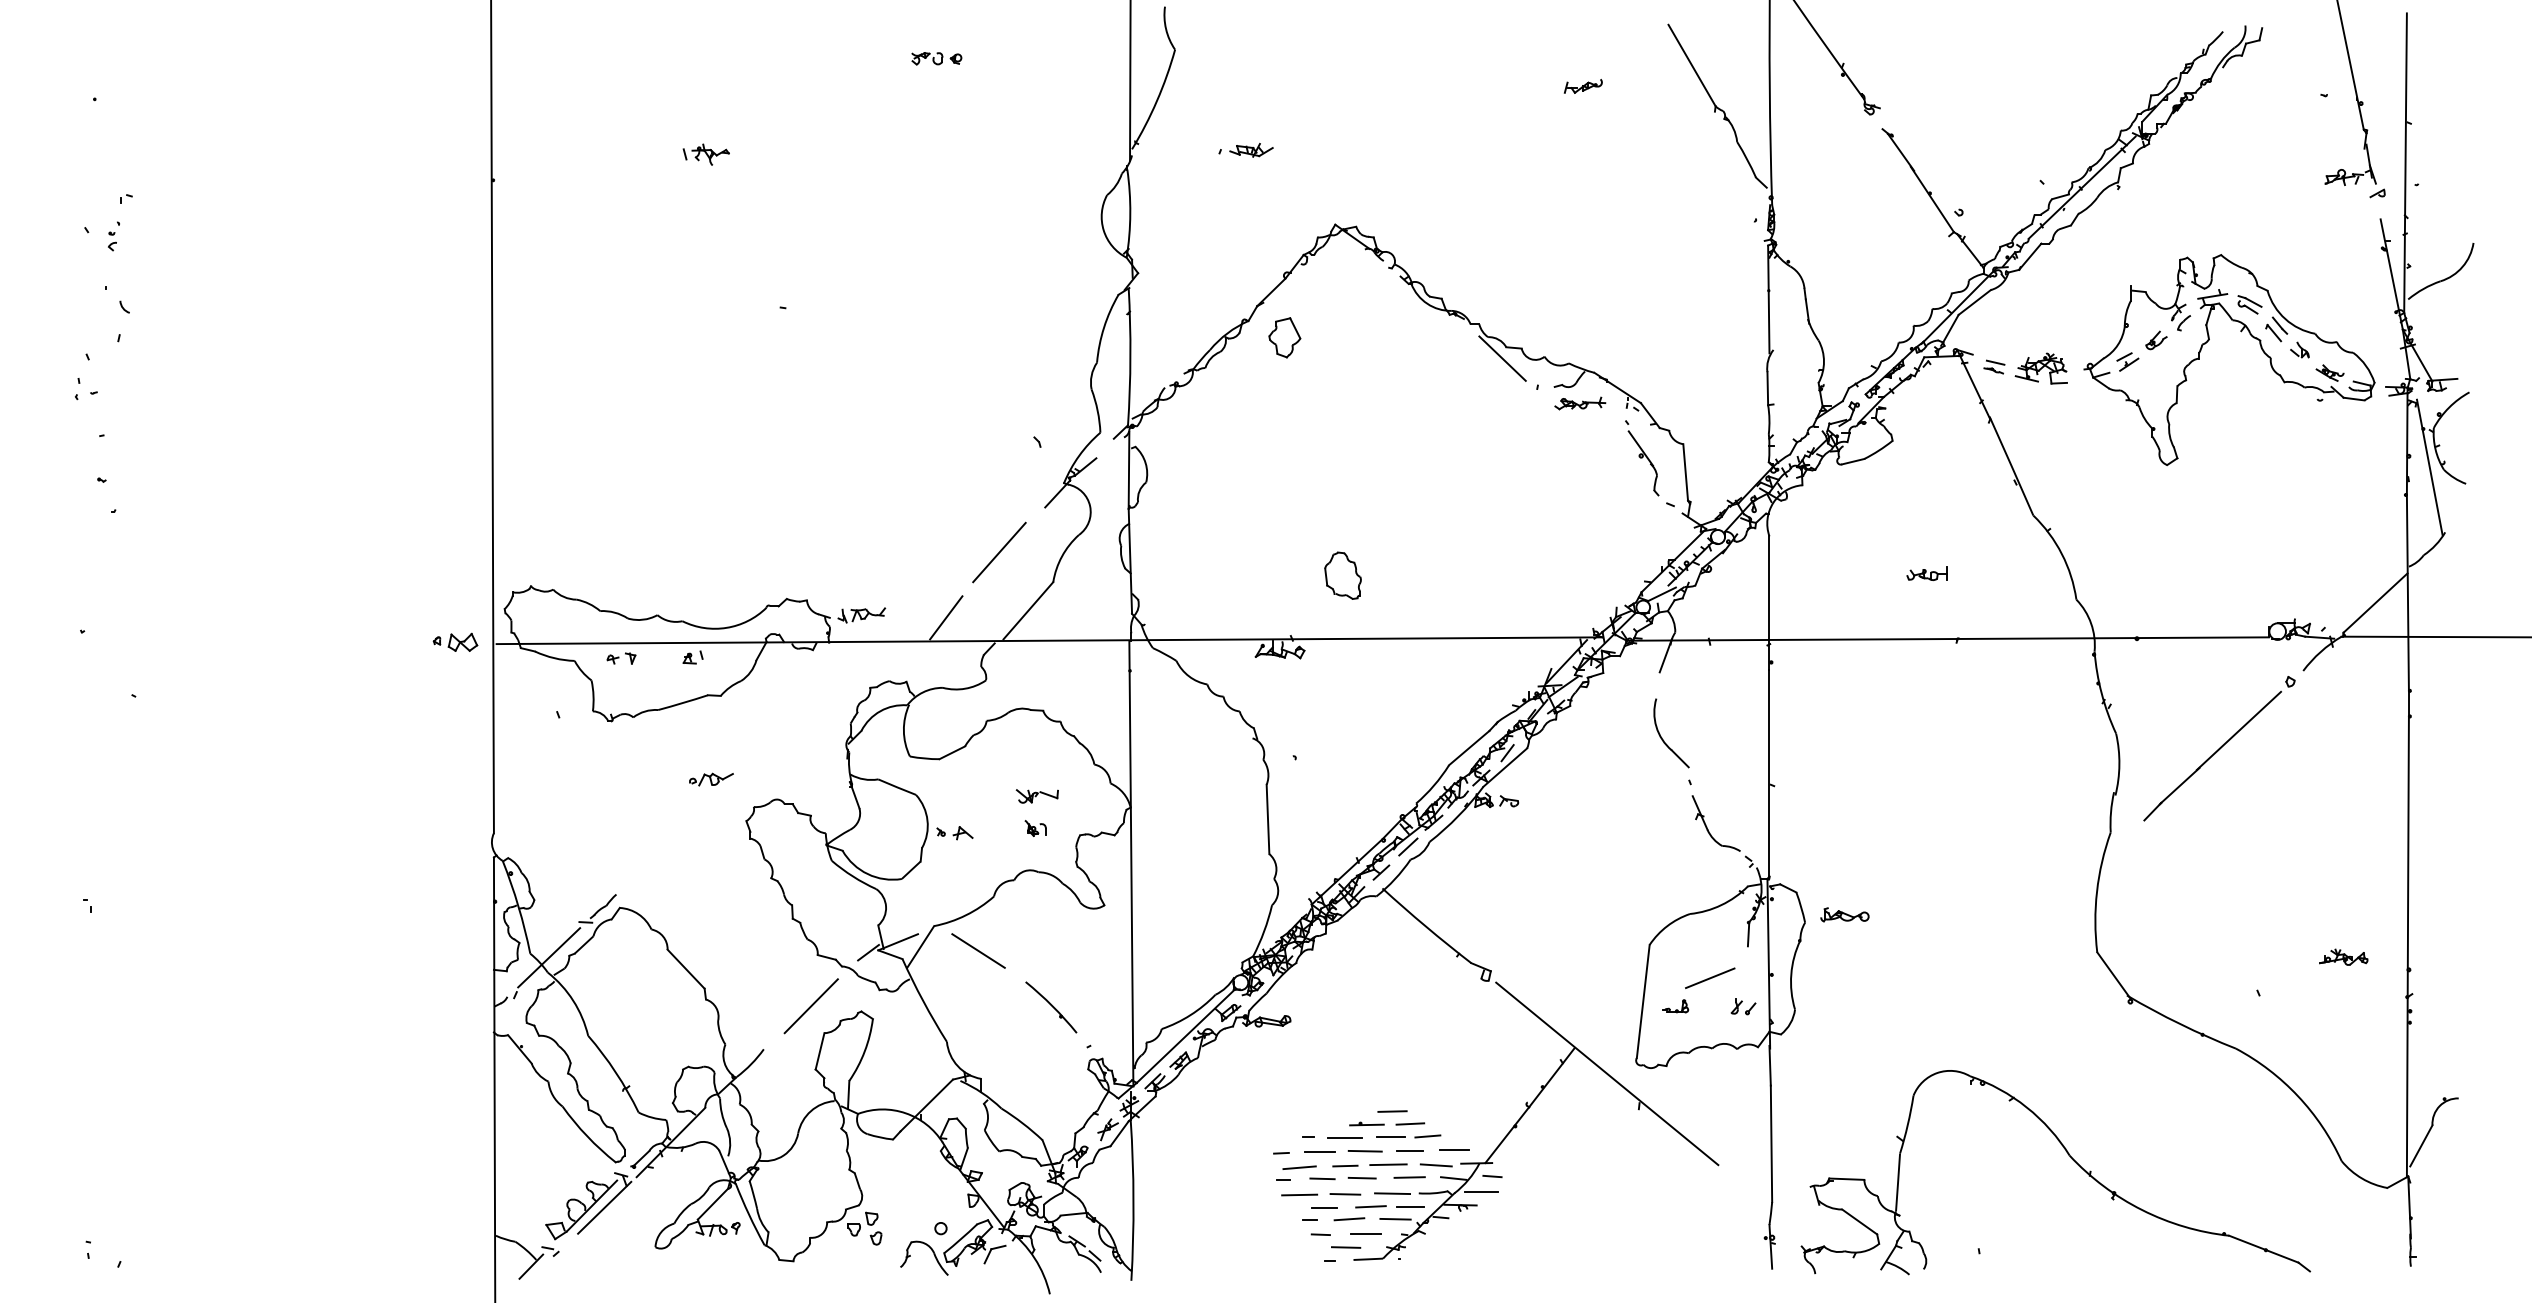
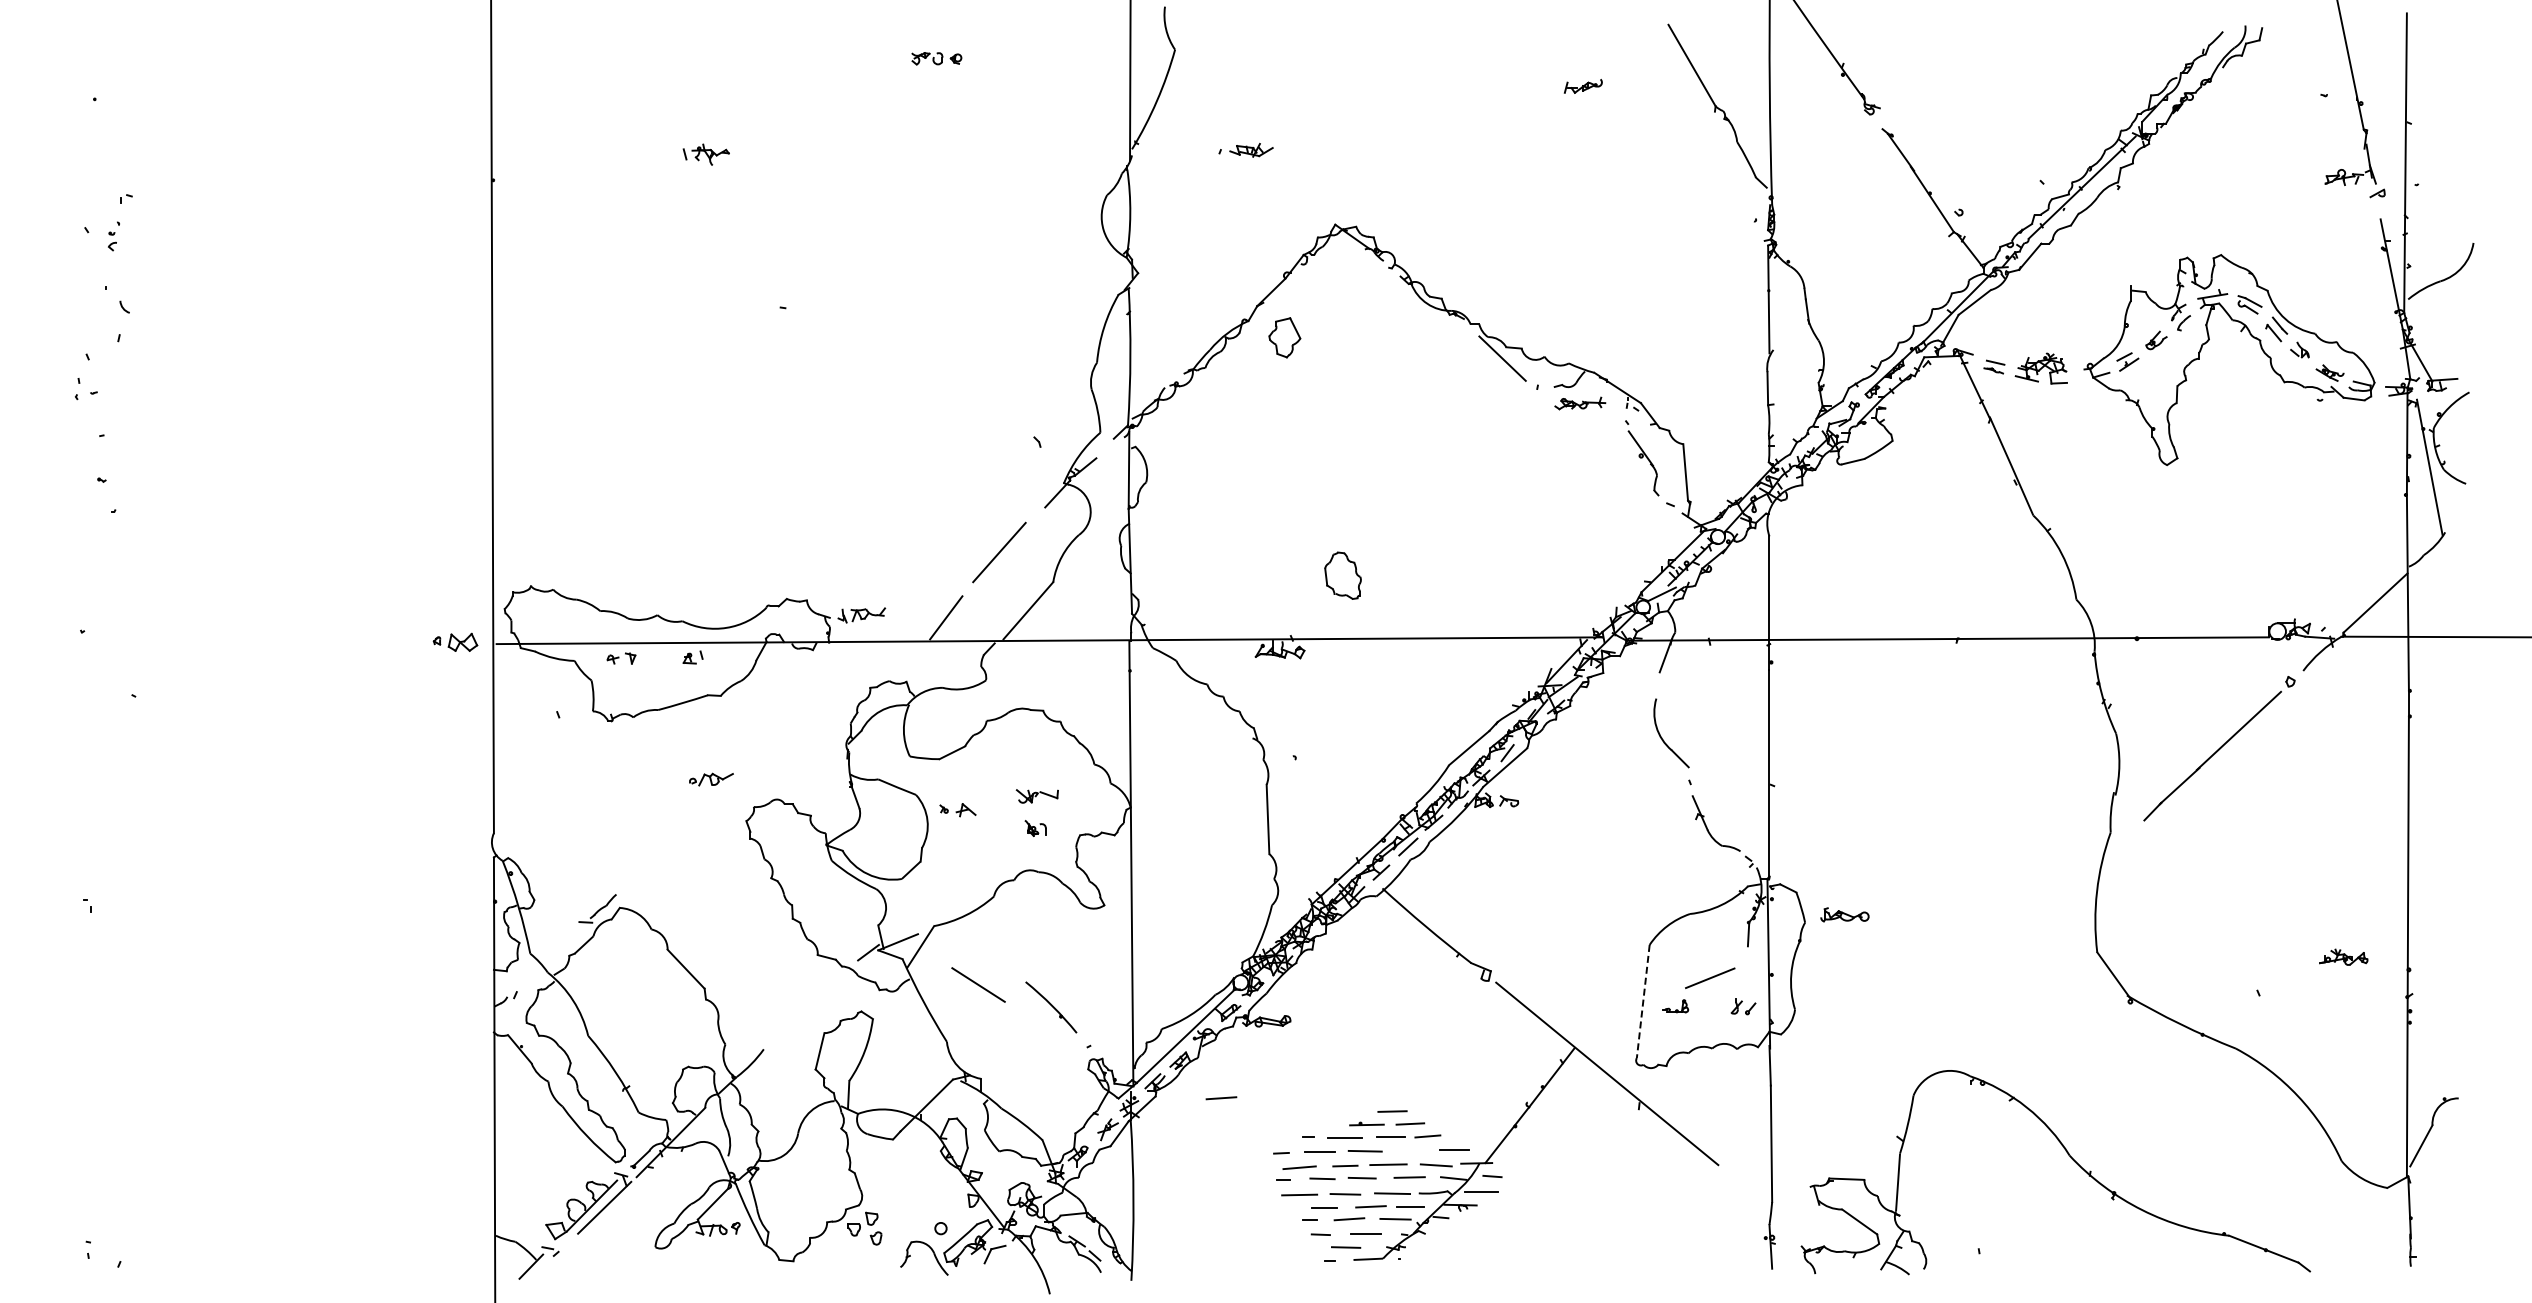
part at (1926, 573): present -> none
part at (954, 833) position: (954, 833) -> (957, 810)
line at (978, 950) position: (978, 950) -> (978, 984)
line at (549, 957): present -> none
line at (1643, 1001): solid -> dashed
line at (810, 1006): present -> none
line at (1221, 1098): none -> present
line at (1409, 1150): present -> none
